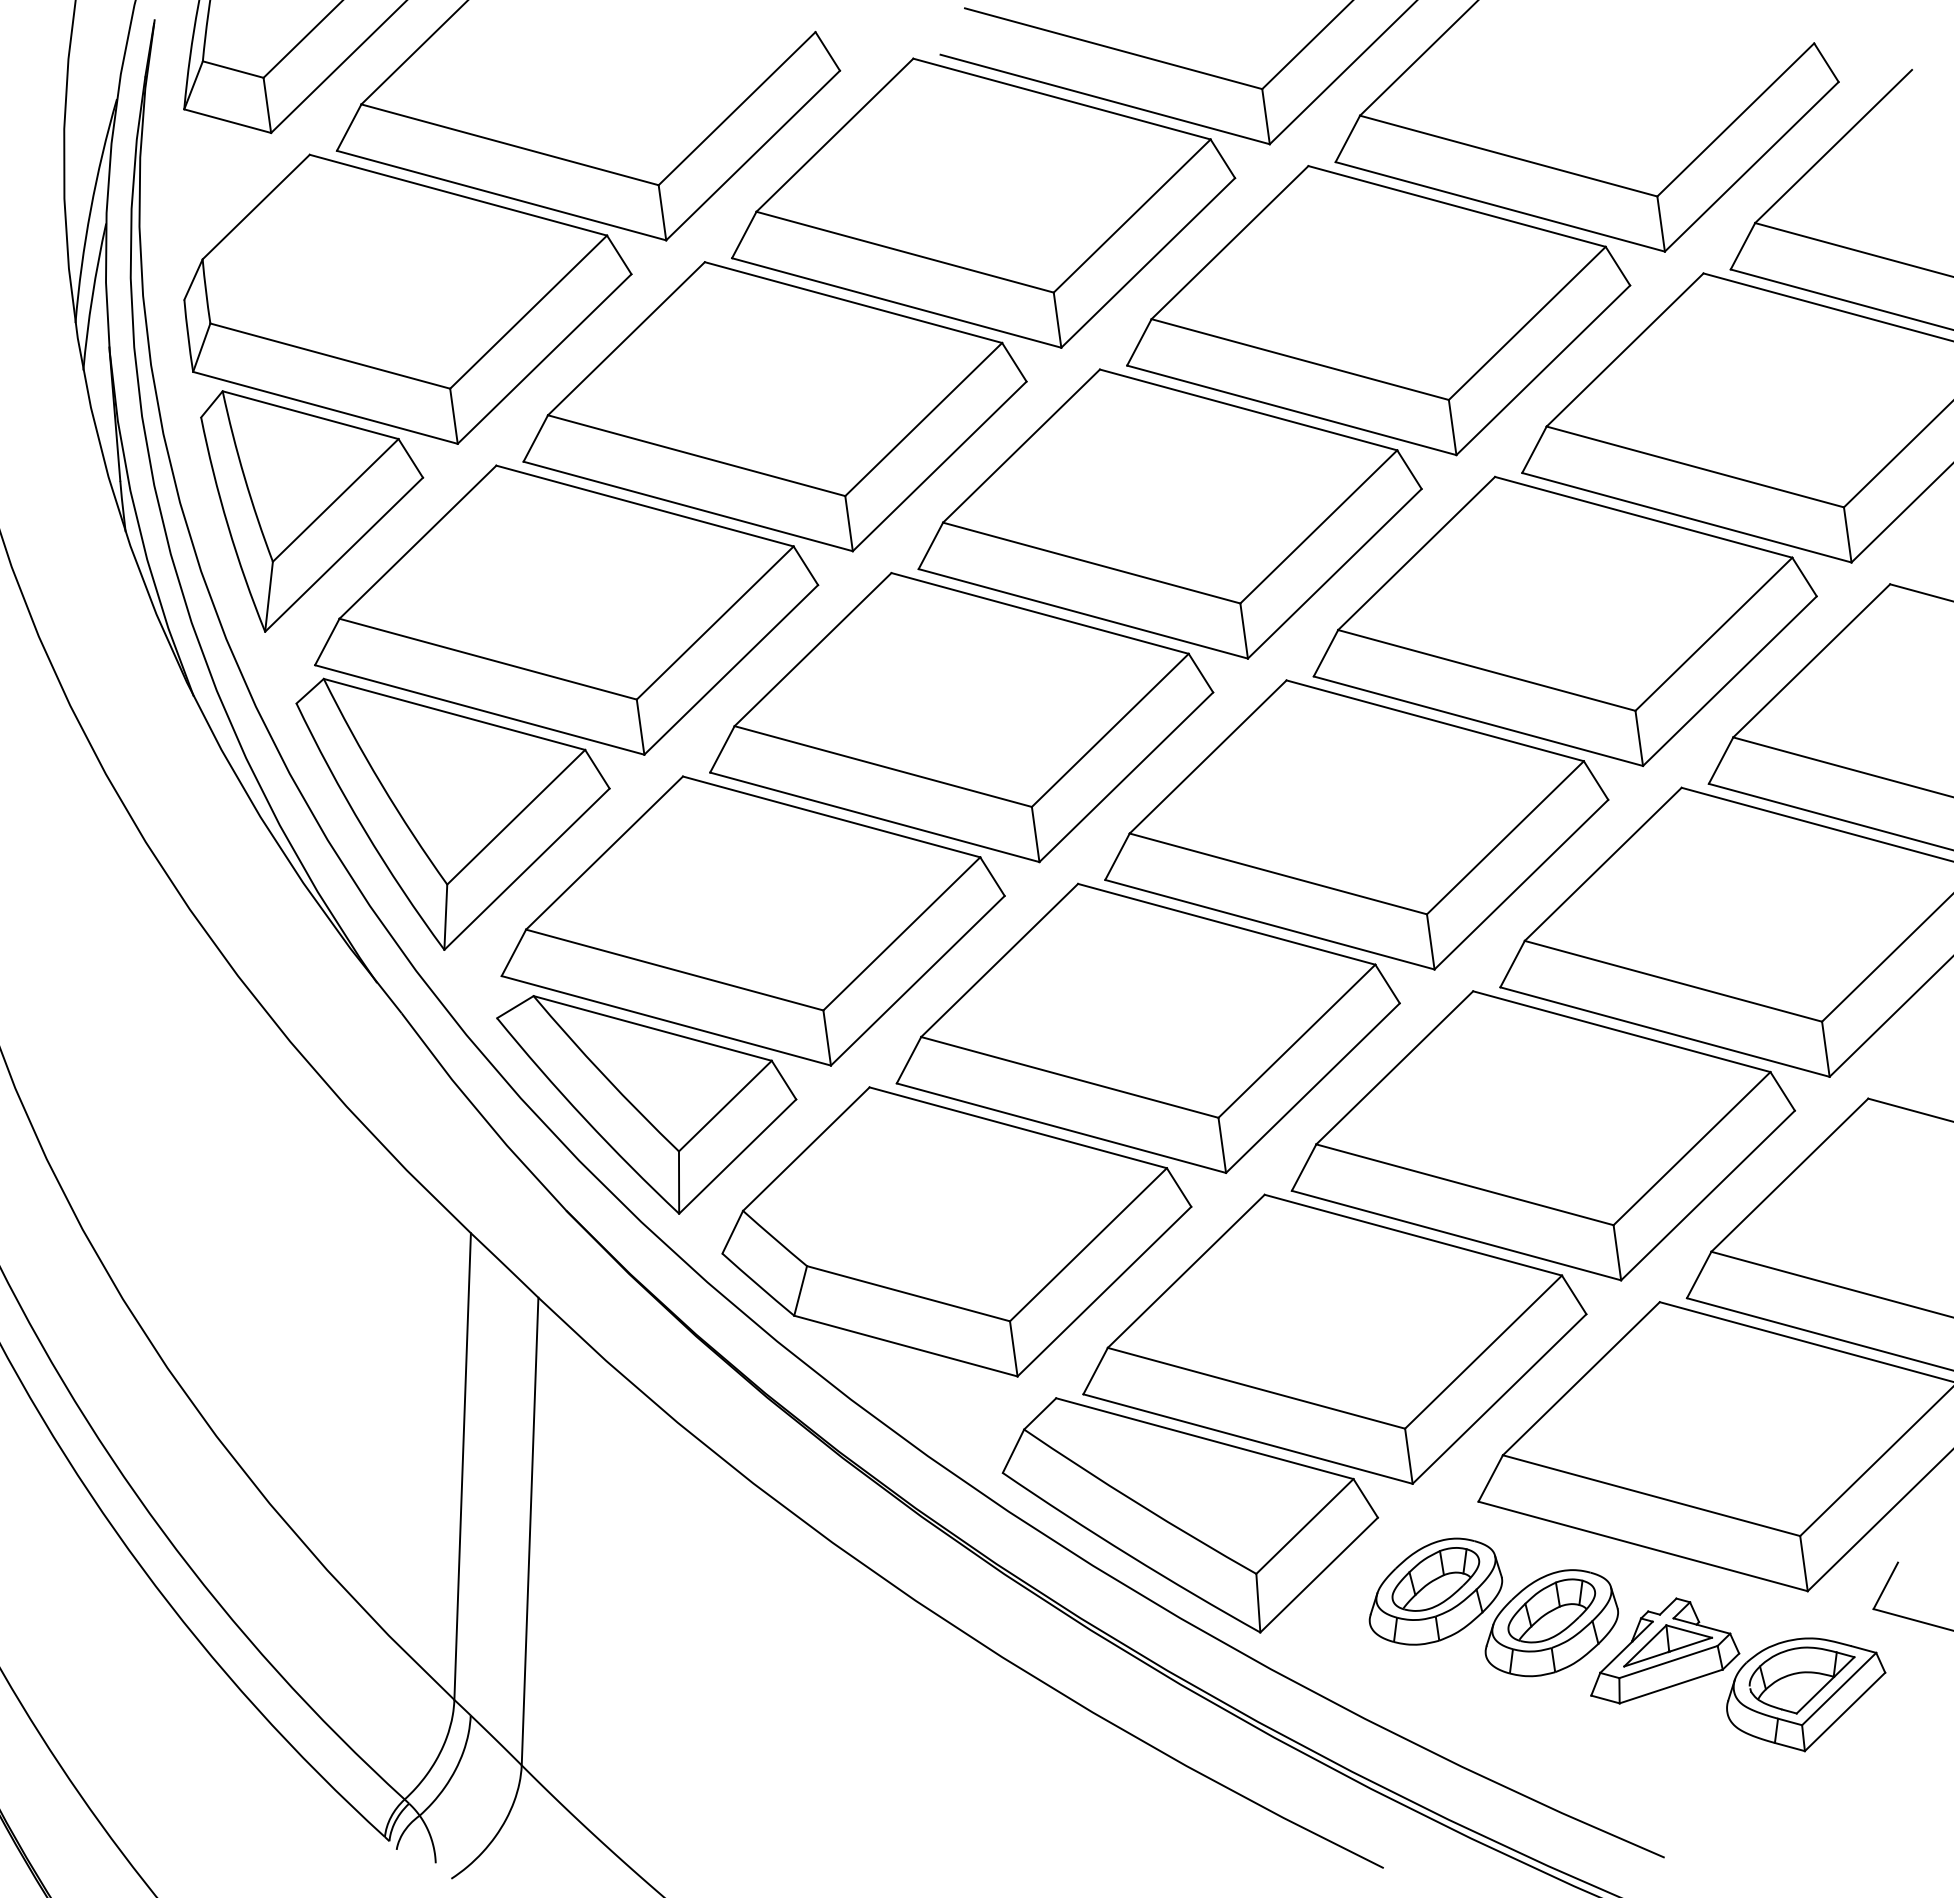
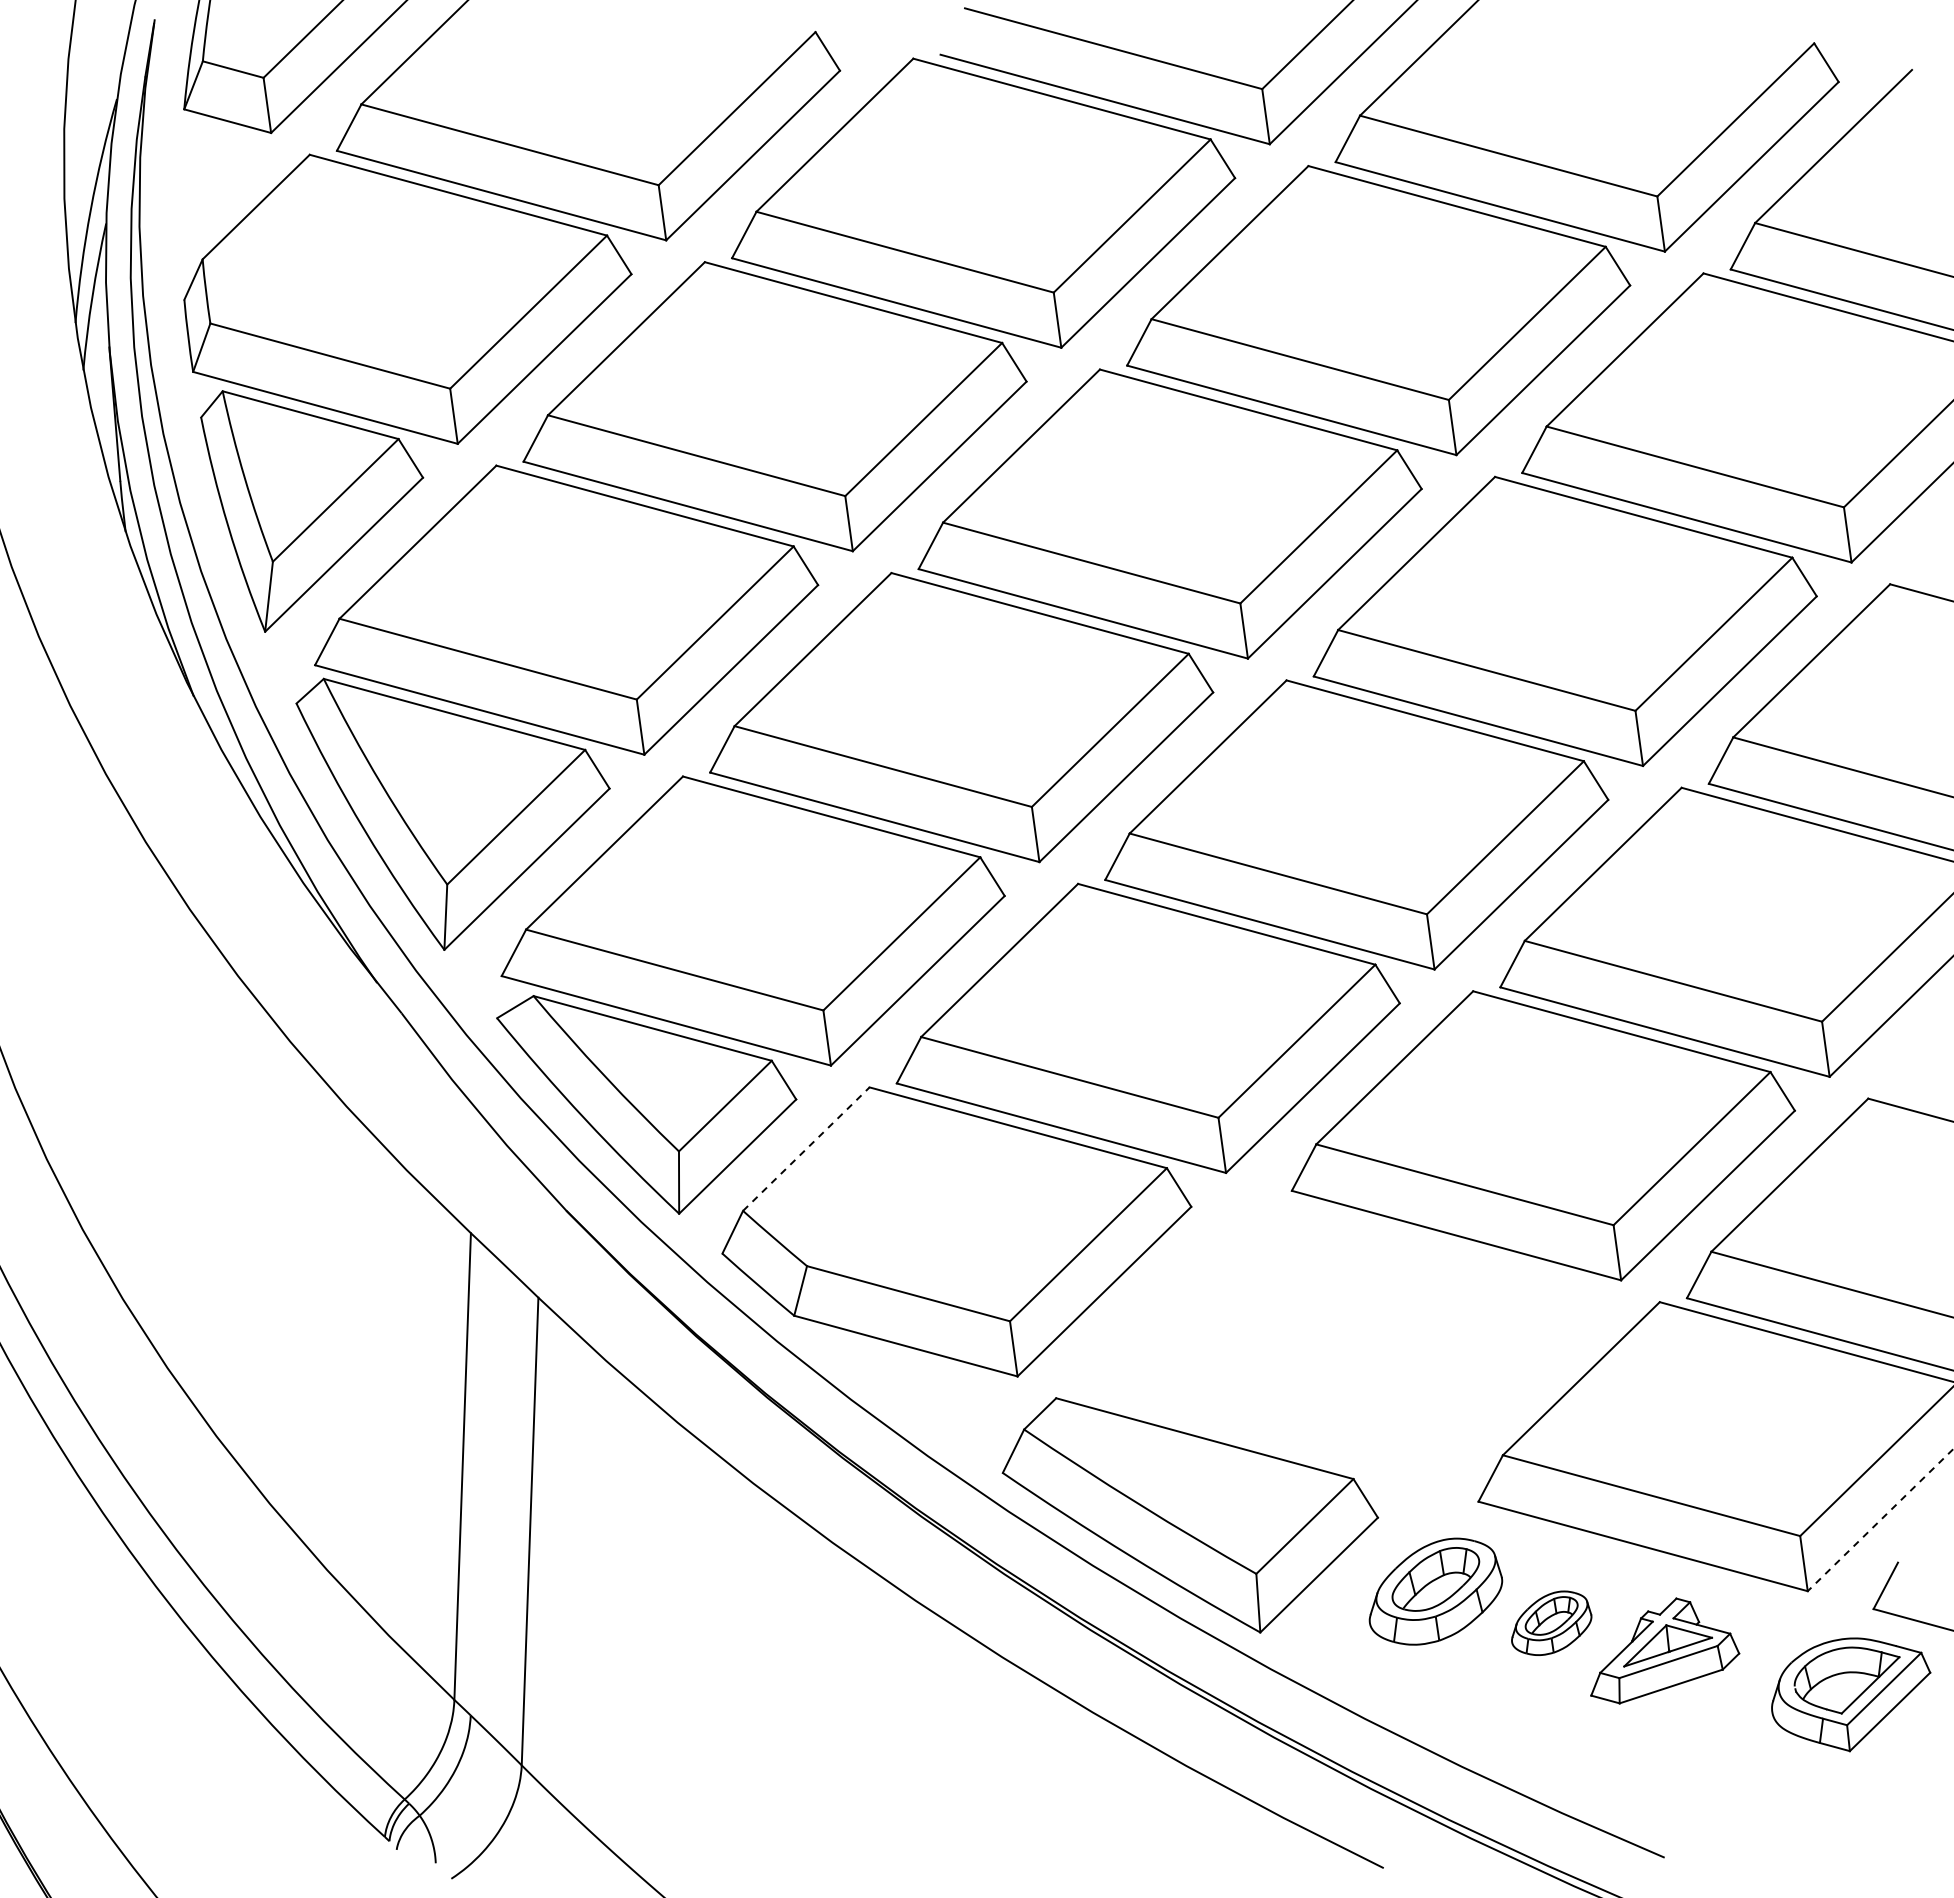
line at (806, 1148): solid -> dashed
part at (1334, 1338): present -> none
line at (1880, 1520): solid -> dashed
part at (1551, 1623) size: 135x109 px -> 82x66 px
part at (1806, 1694) position: (1806, 1694) -> (1851, 1694)
